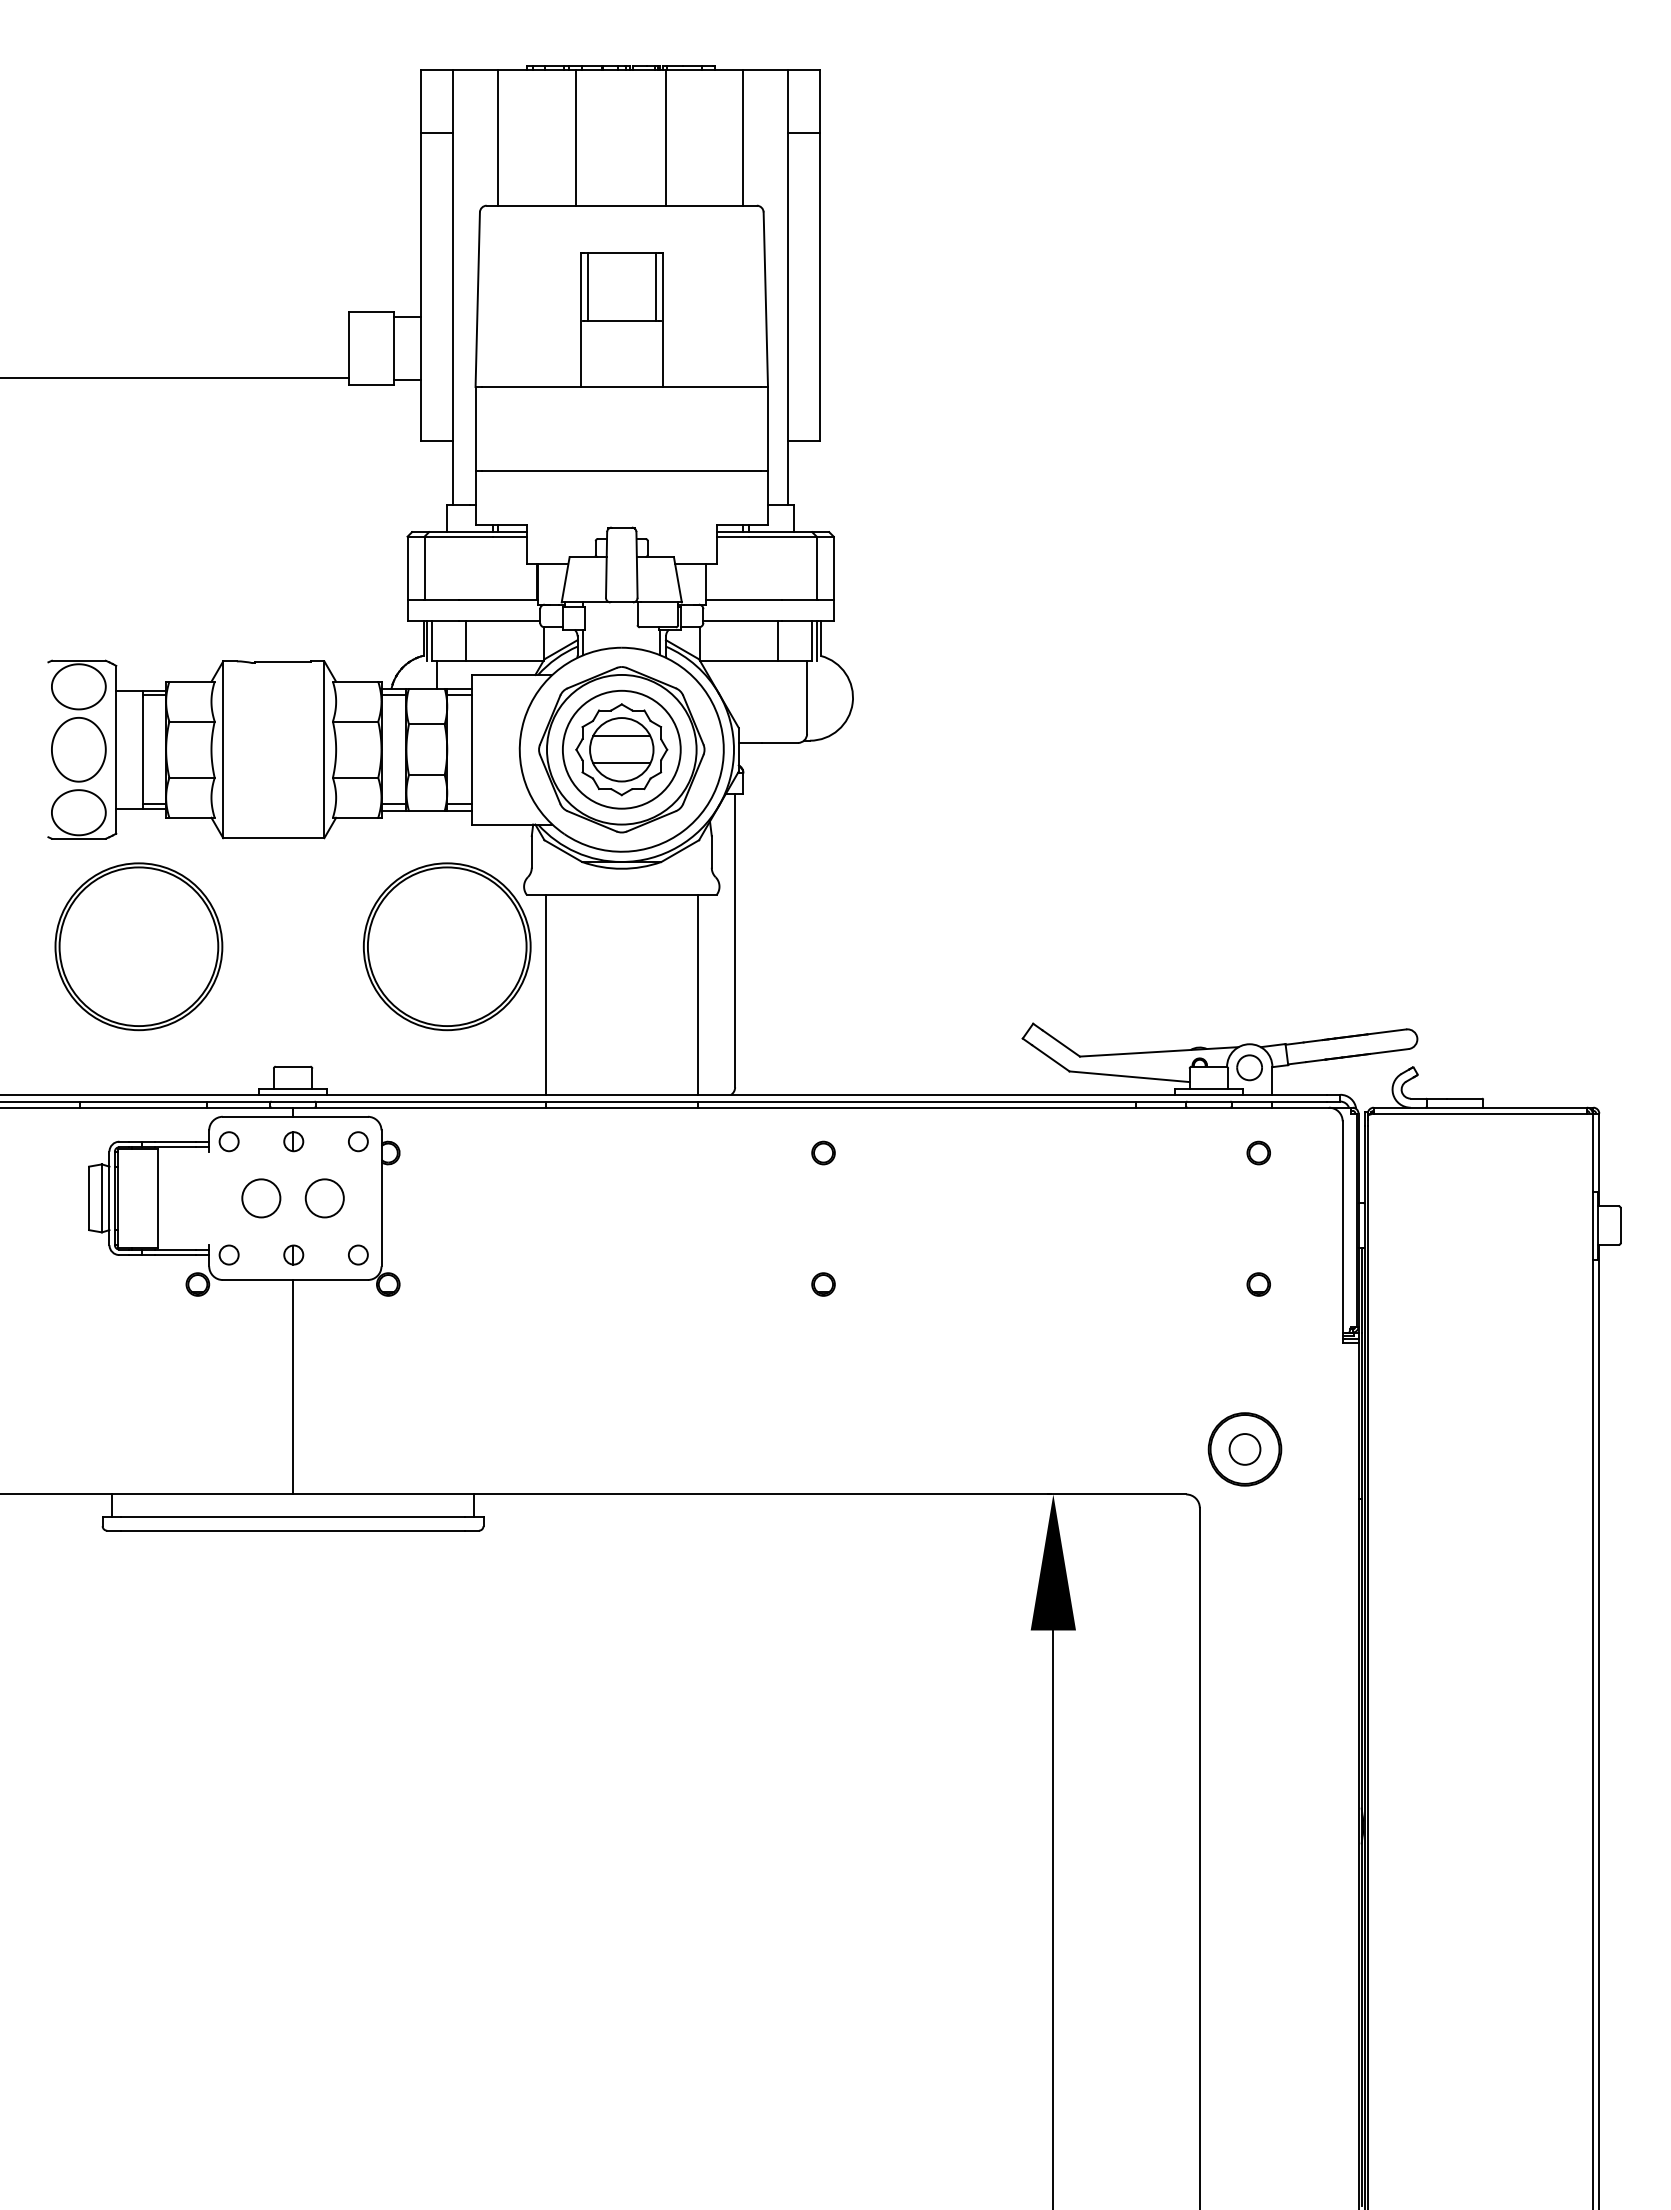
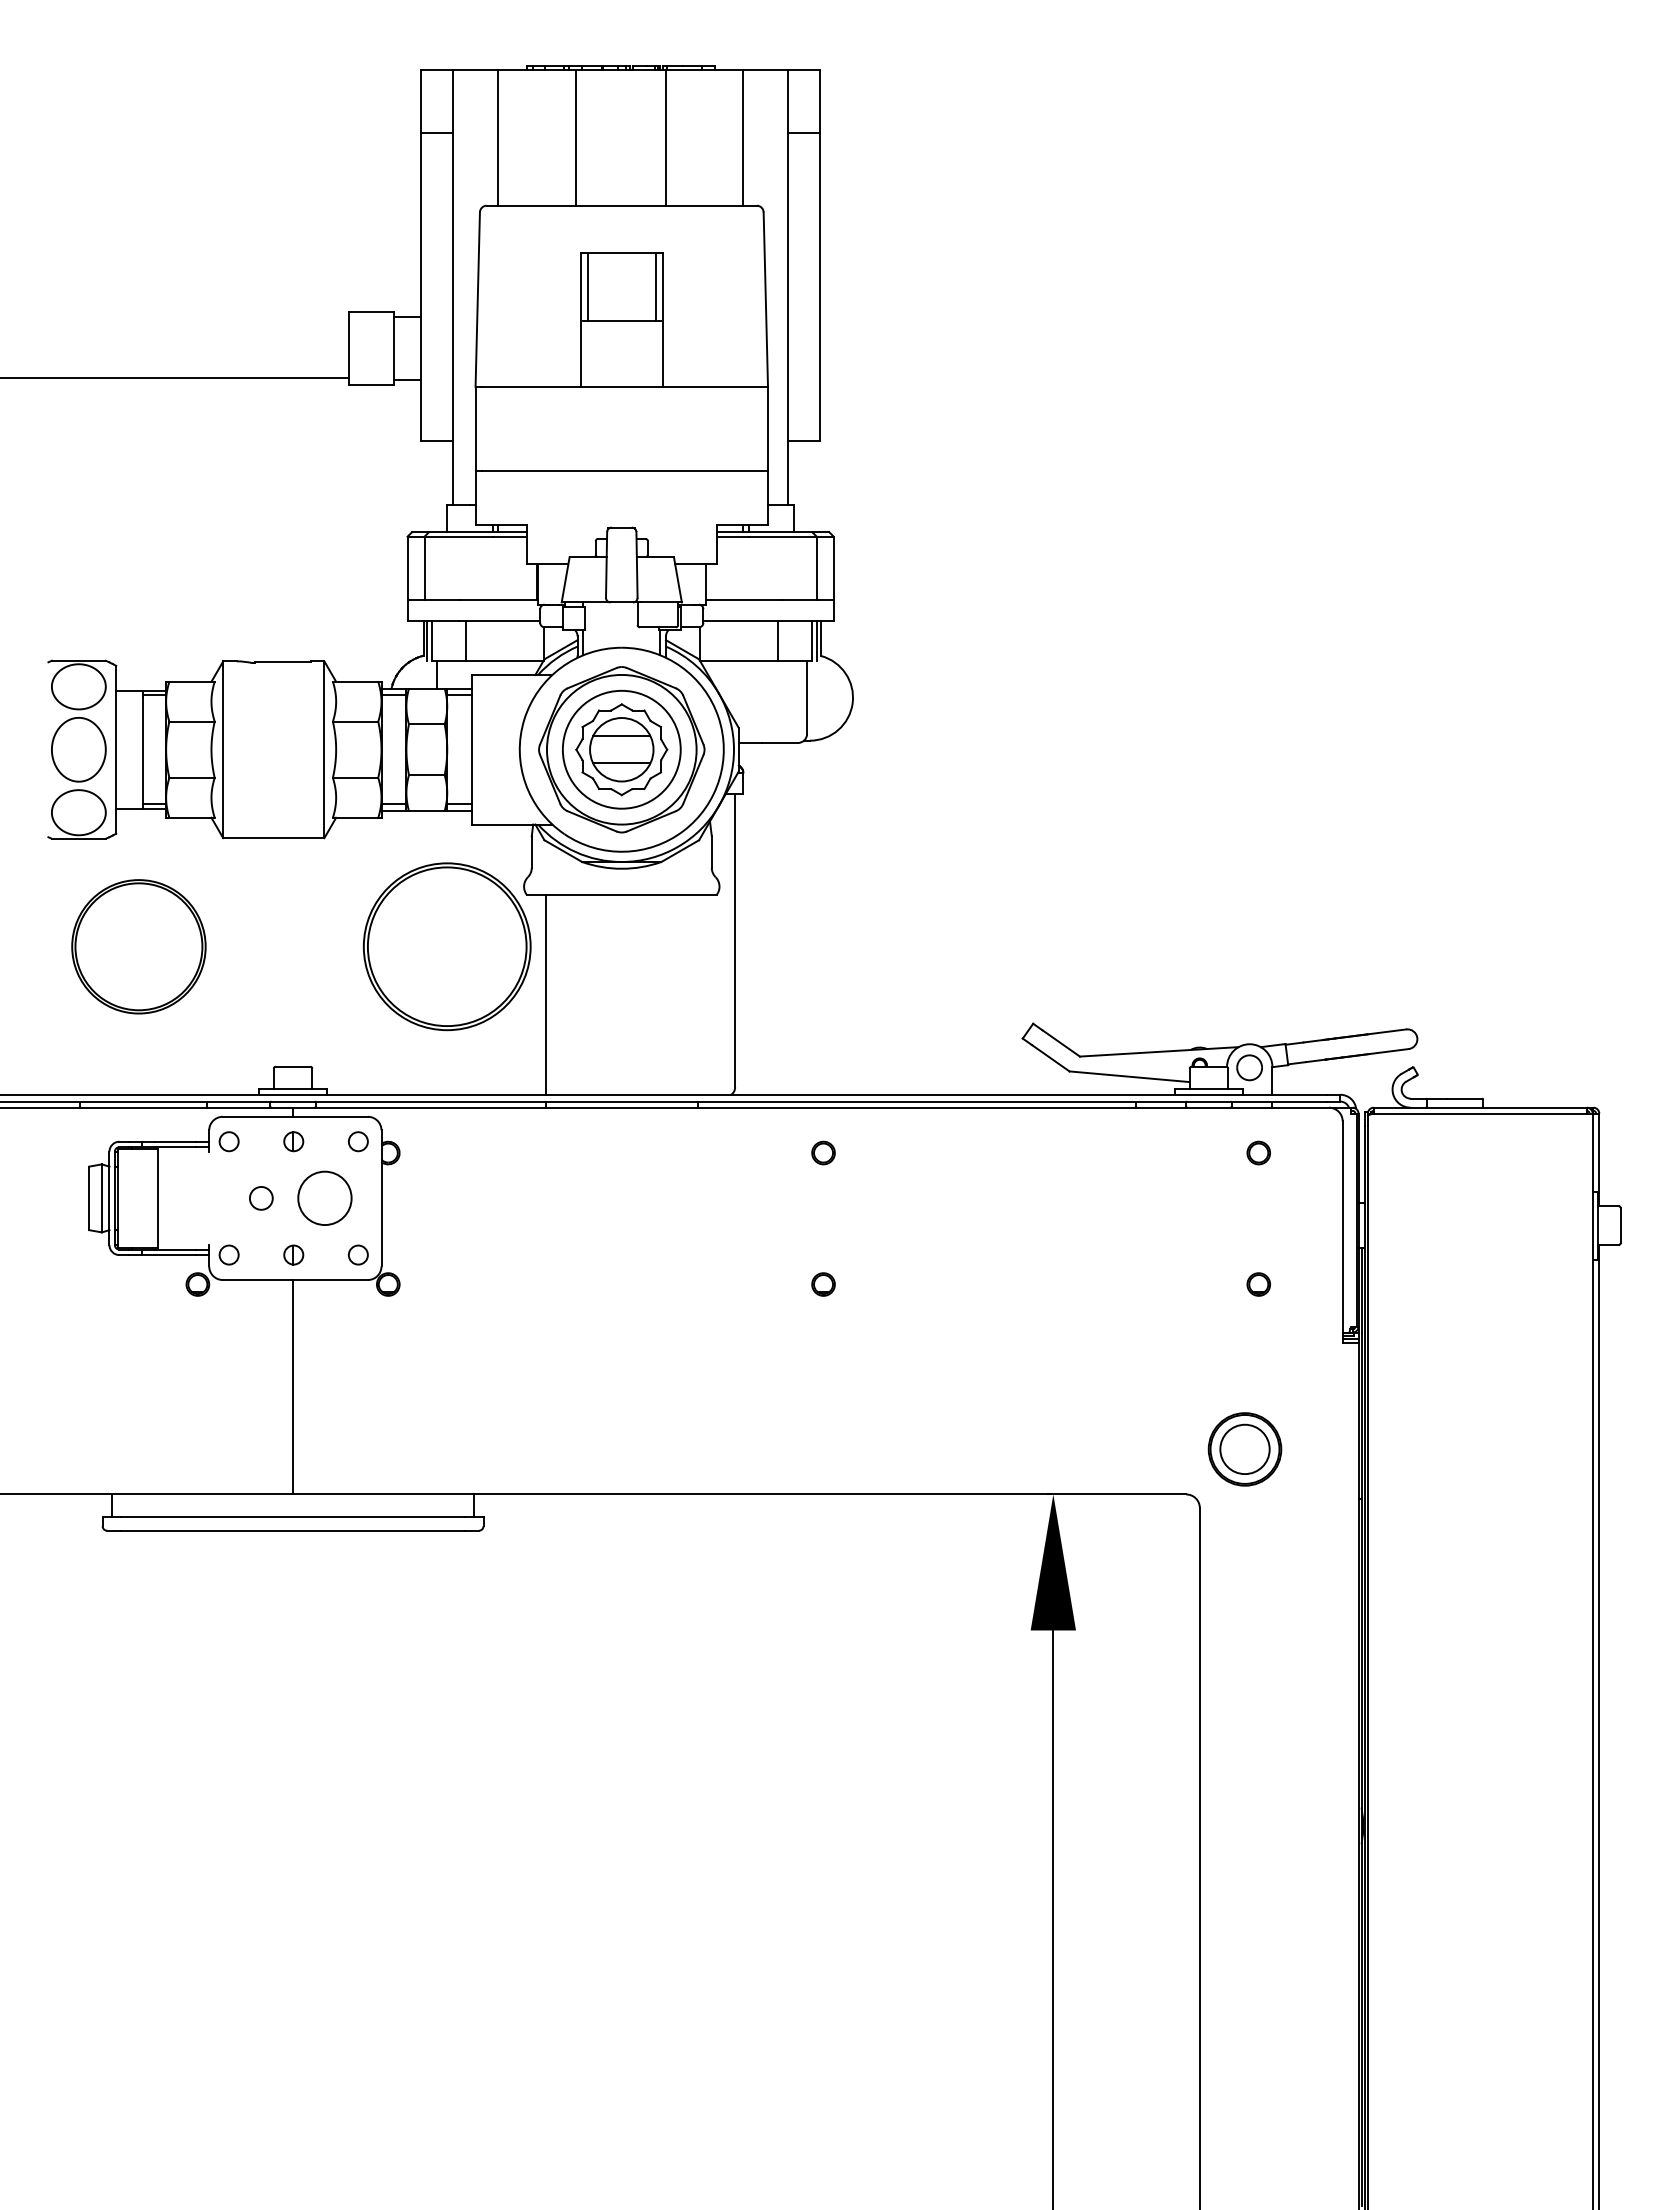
part at (138, 946) size: 170x170 px -> 136x136 px
line at (697, 994): present -> none
circle at (261, 1198) diameter: 38 px -> 23 px
circle at (324, 1198) size: 41x41 px -> 56x56 px
circle at (1244, 1449) diameter: 31 px -> 49 px
